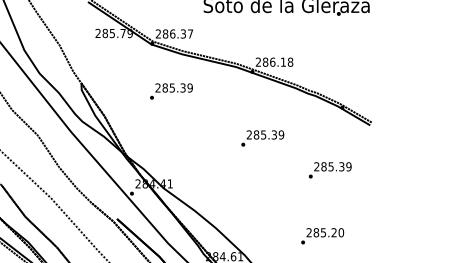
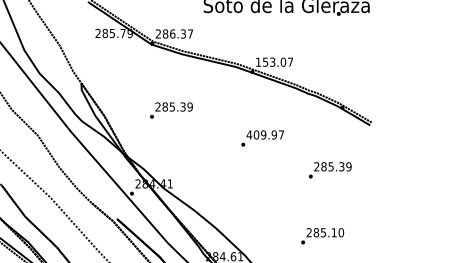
text at (274, 61): 286.18 -> 153.07
text at (171, 91) position: (171, 91) -> (171, 110)
text at (265, 134): 285.39 -> 409.97
text at (333, 232): 285.20 -> 285.10
